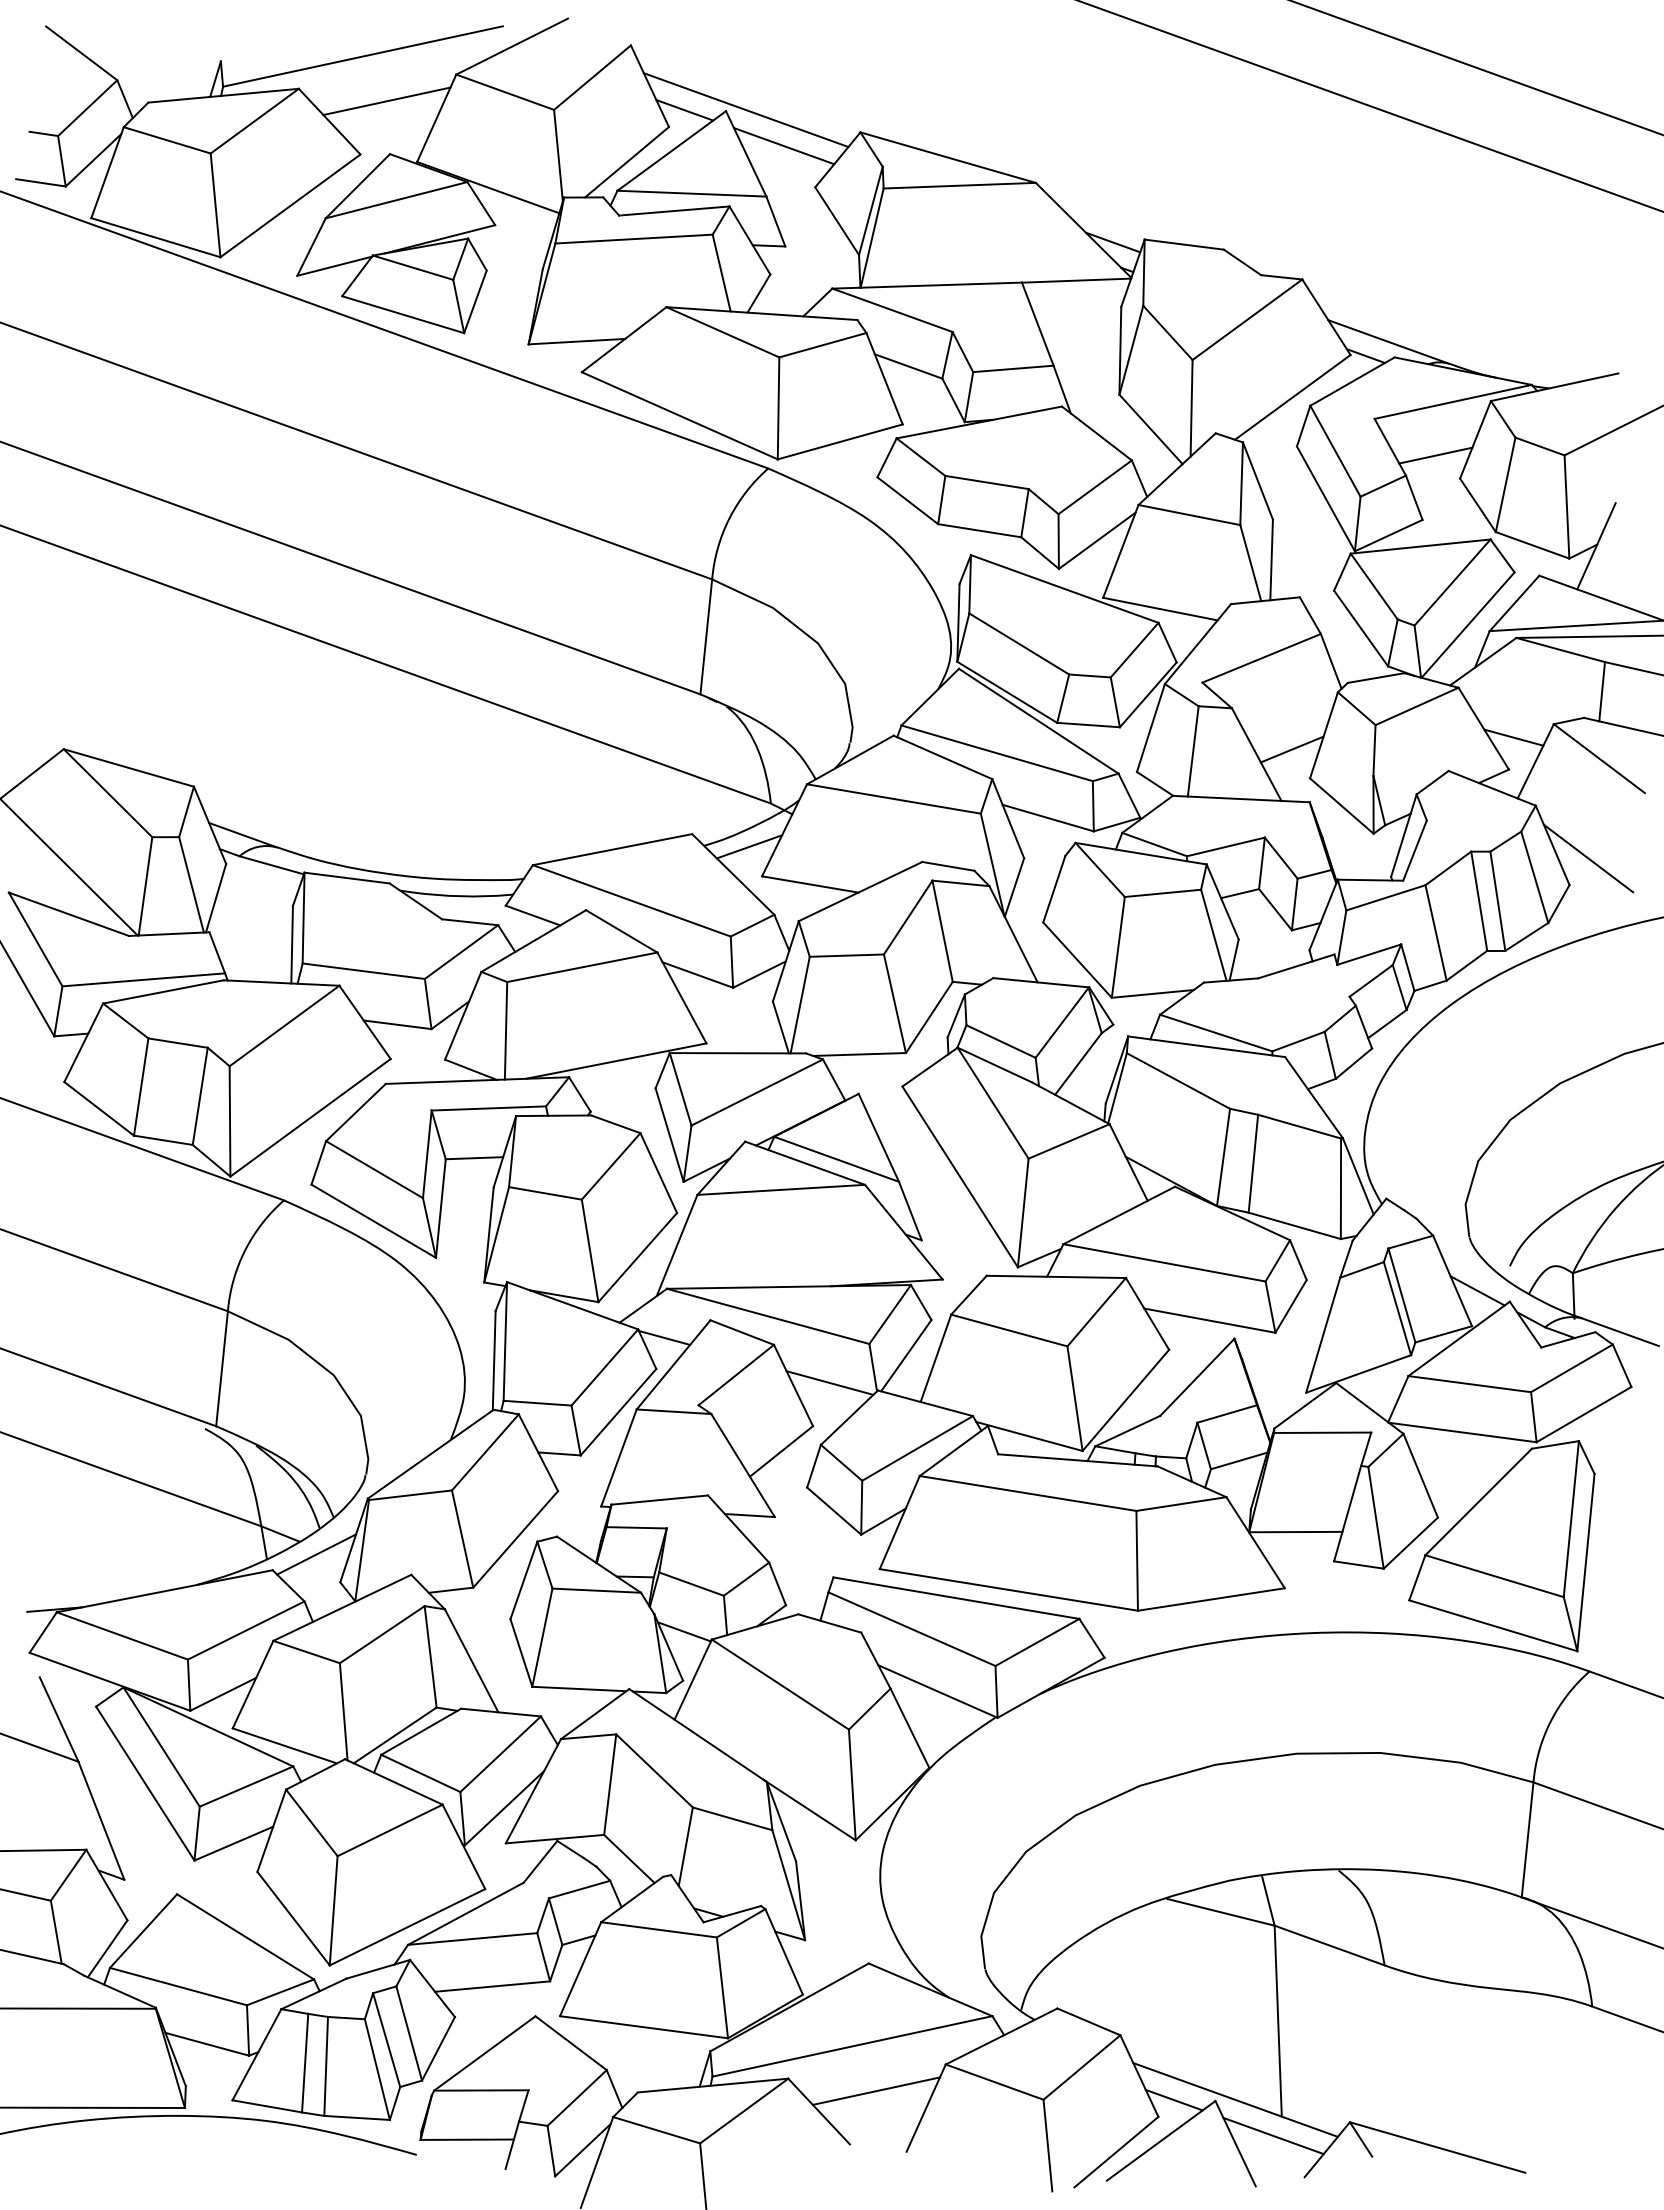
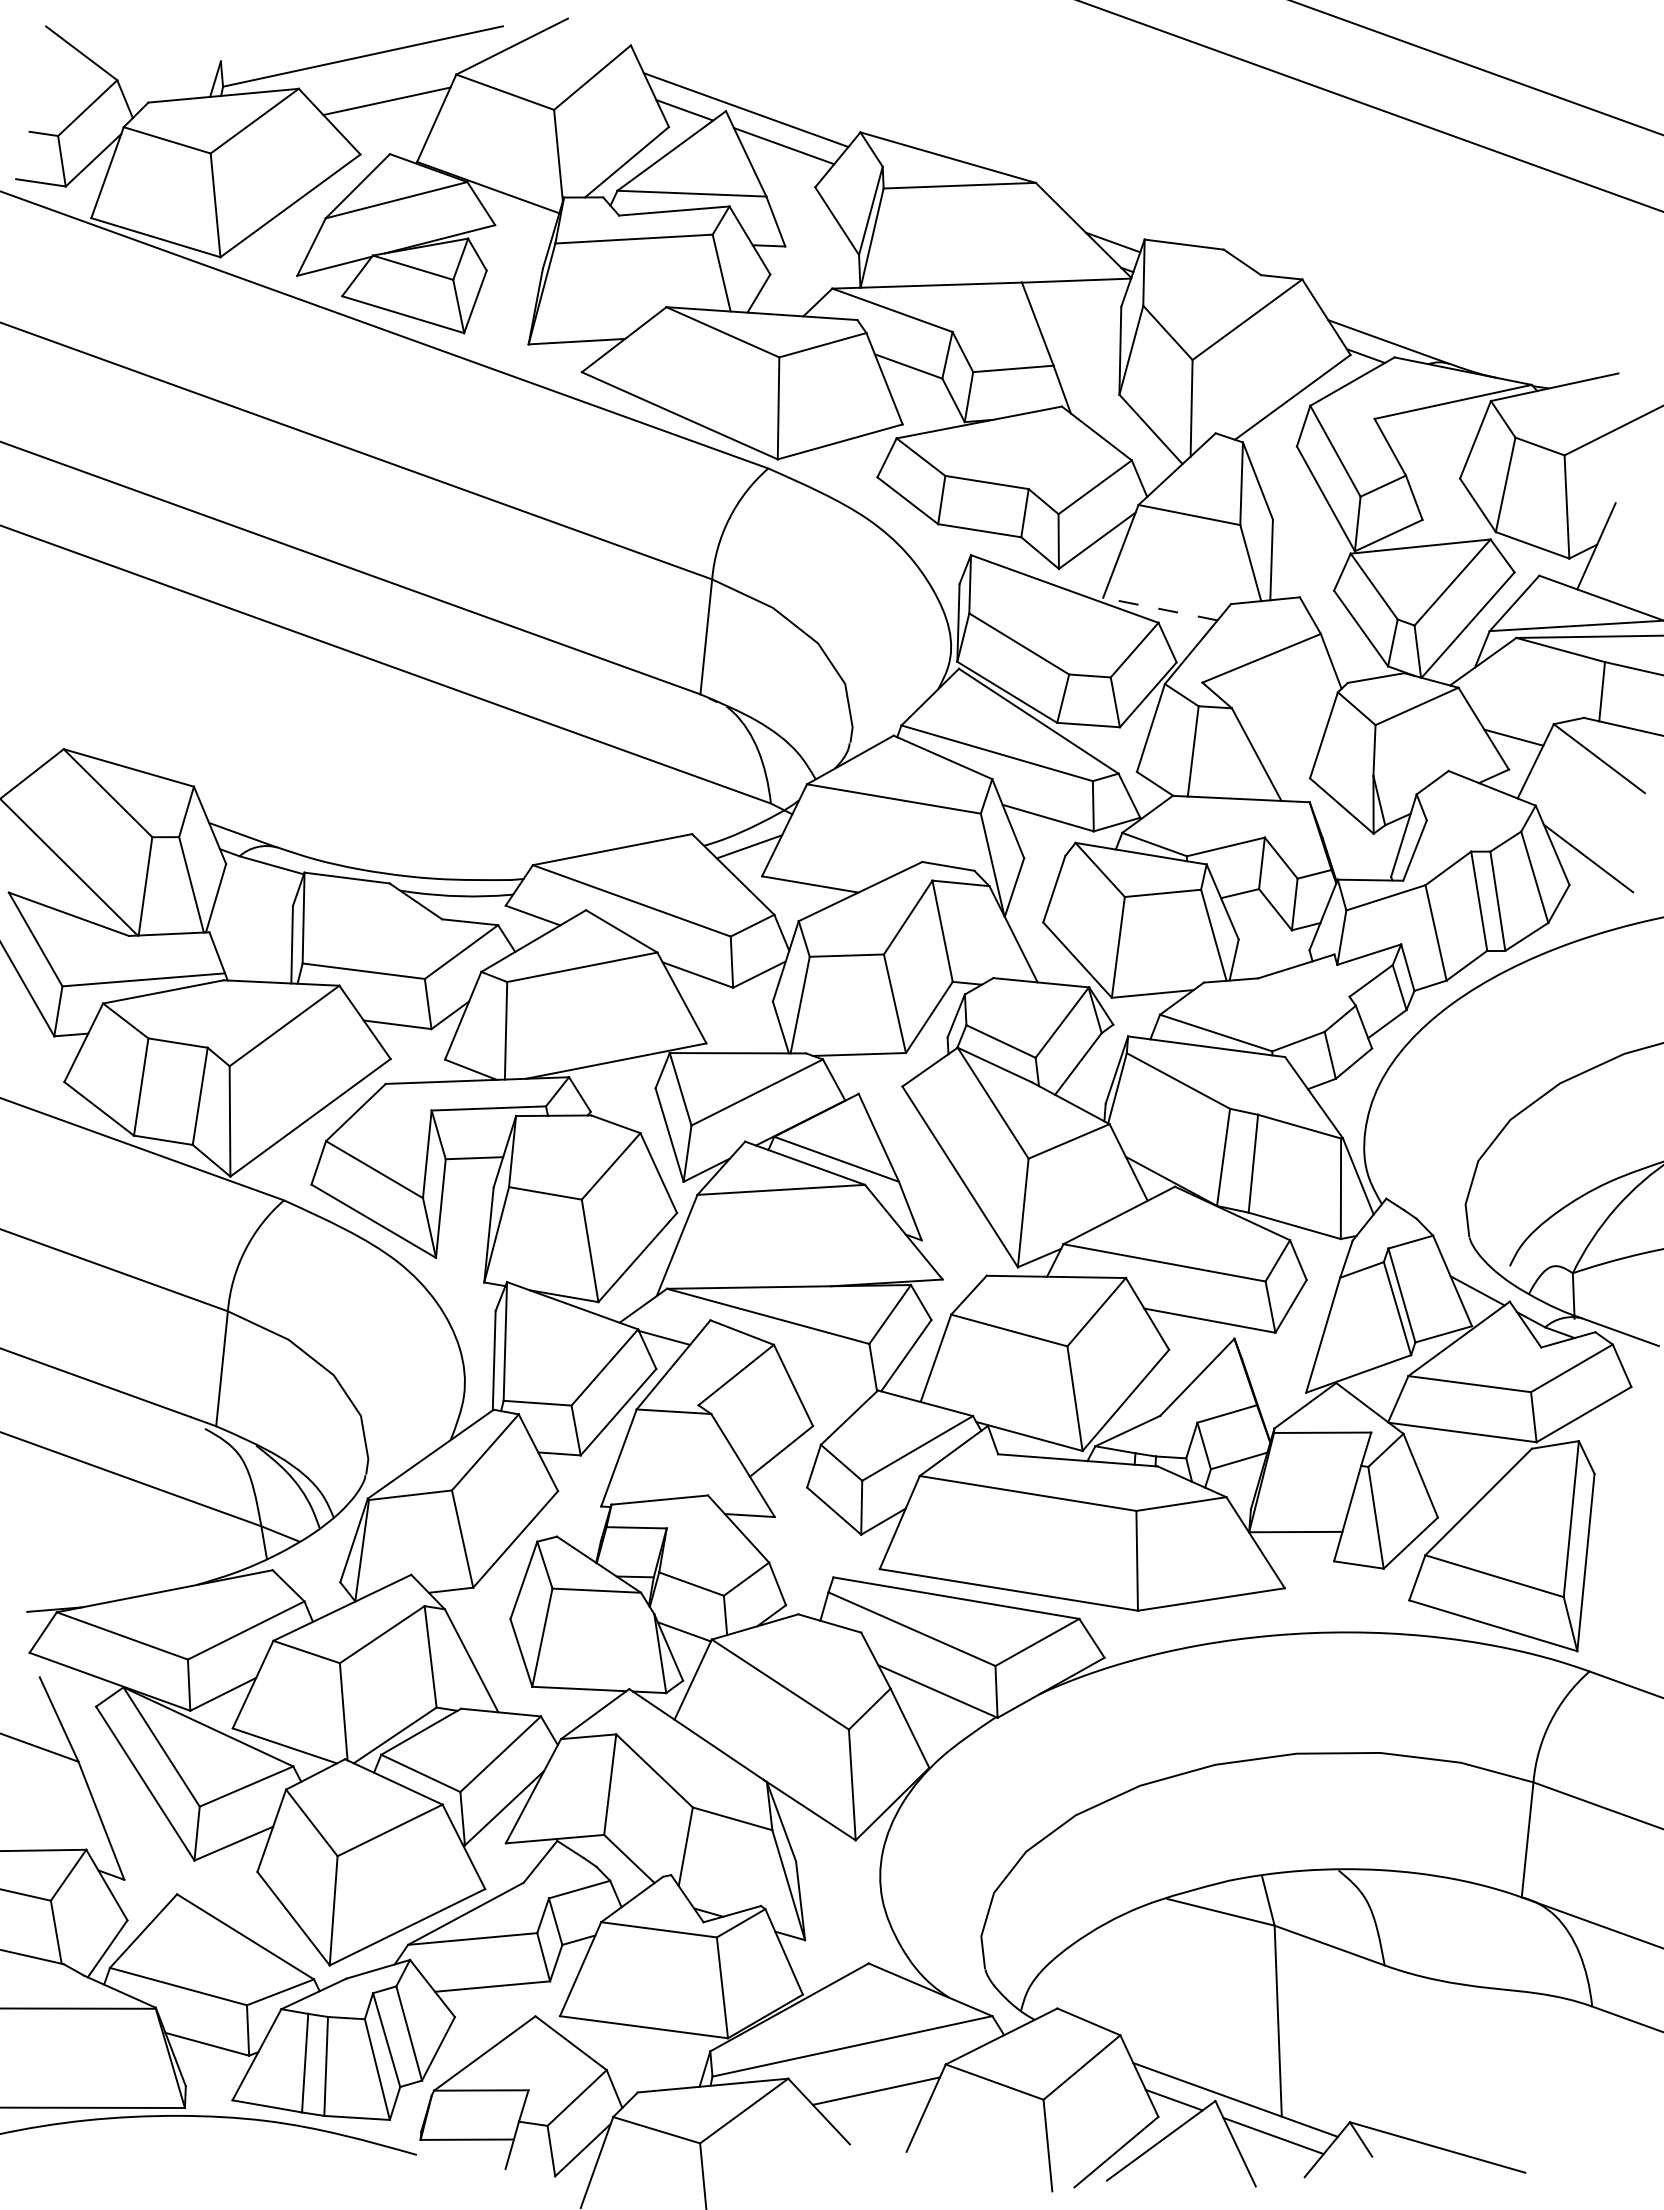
line at (1435, 455): present -> none
line at (1159, 609): solid -> dashed
line at (1291, 749): present -> none
line at (829, 1382): present -> none
line at (316, 1554): present -> none
